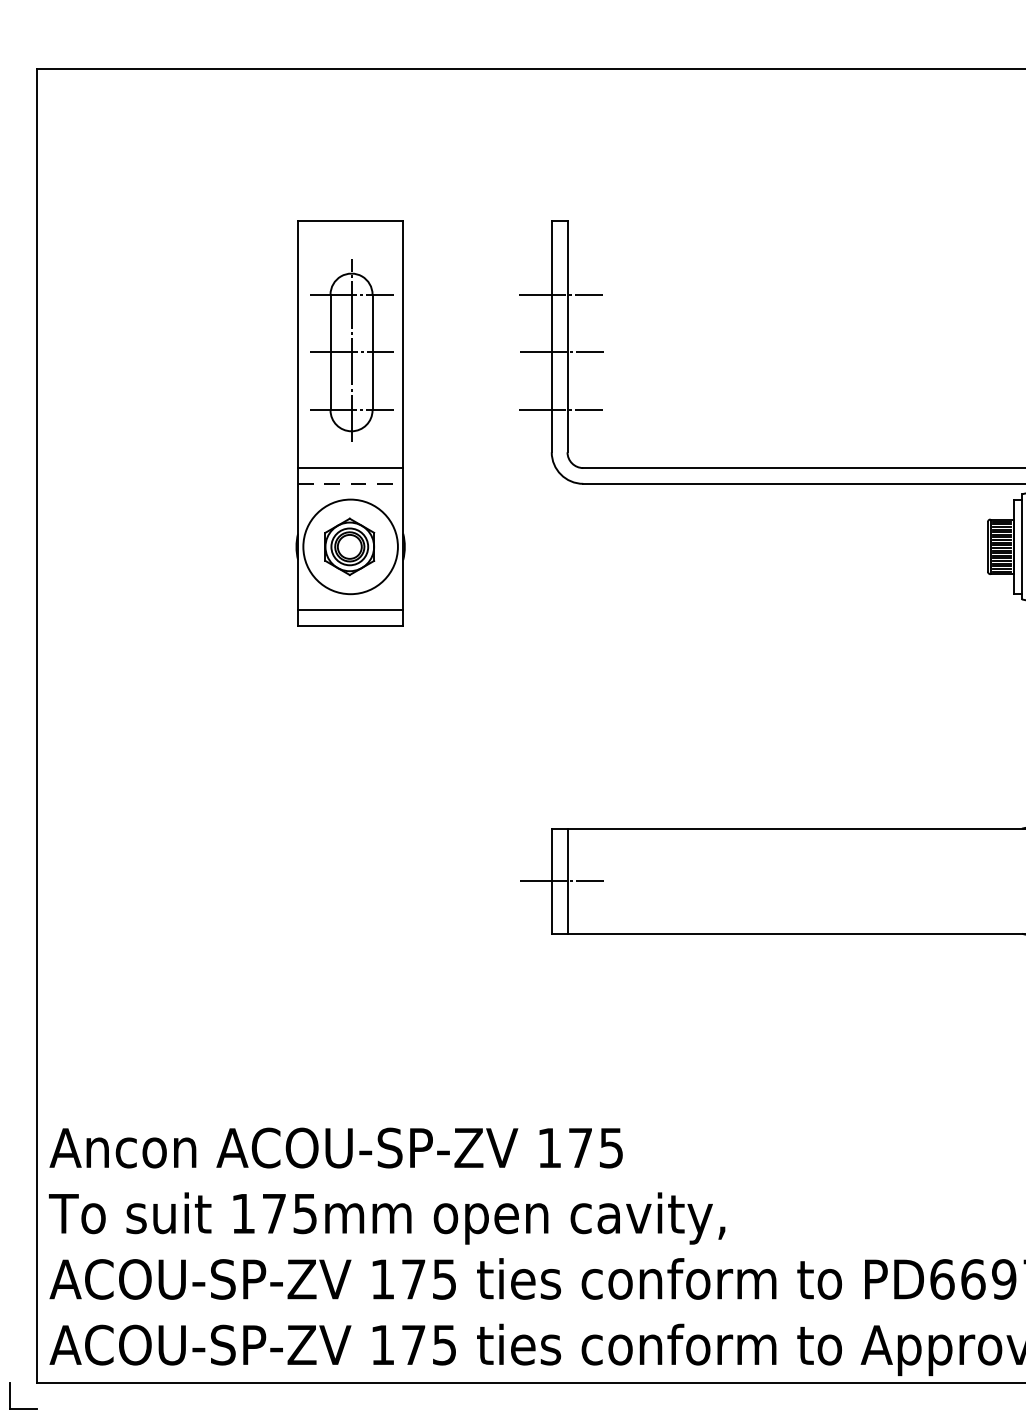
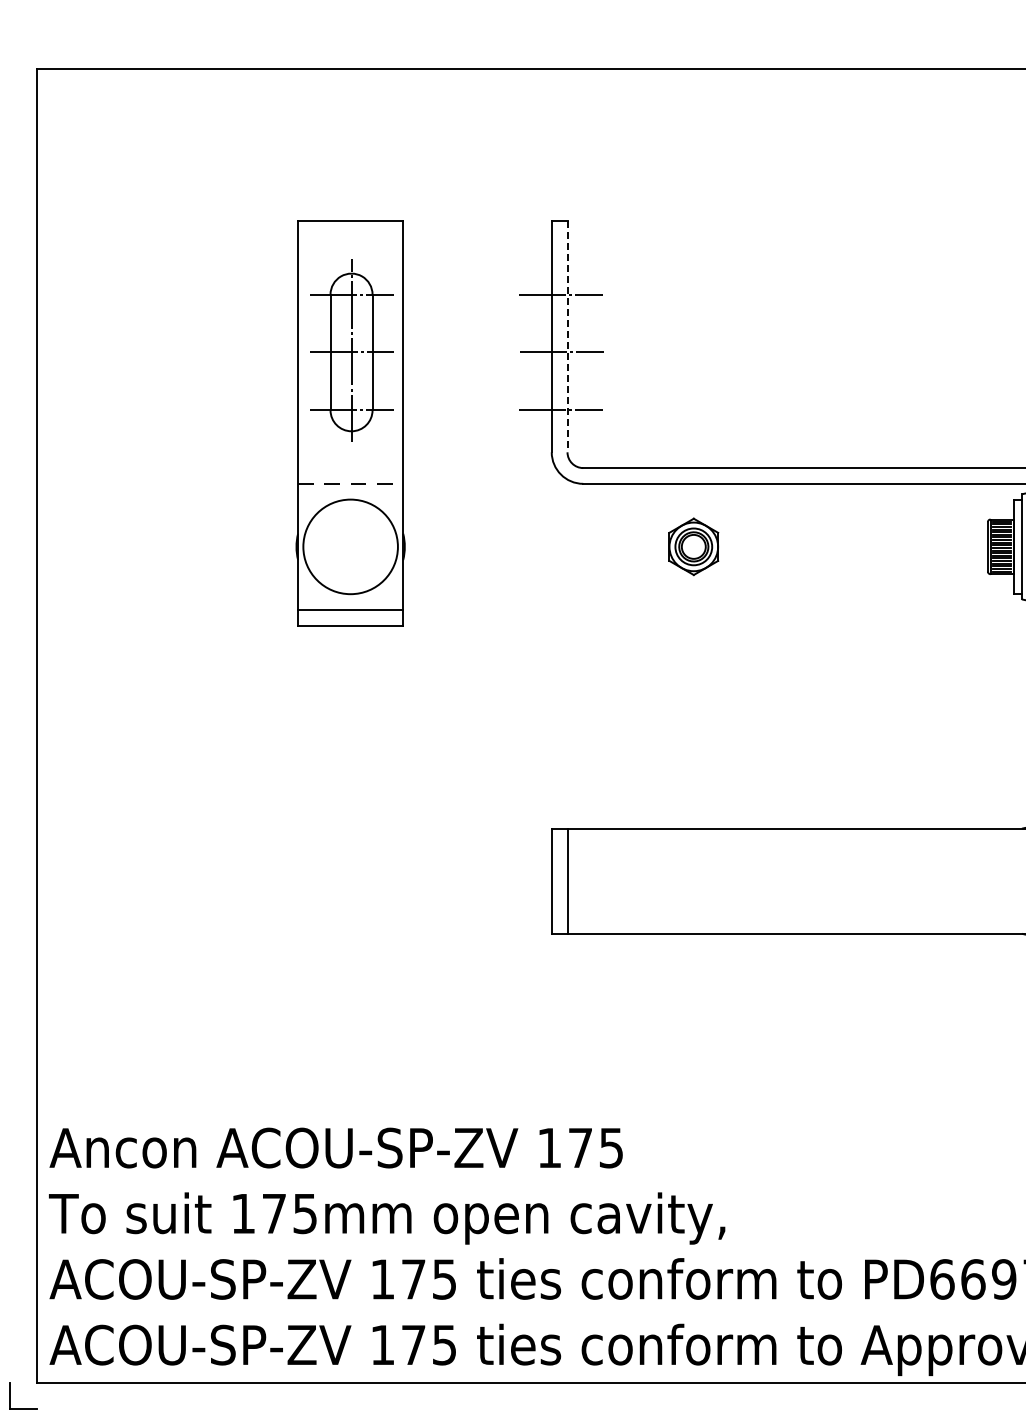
line at (567, 336): solid -> dashed
line at (350, 468): present -> none
part at (349, 546) position: (349, 546) -> (693, 546)
line at (561, 881): present -> none
